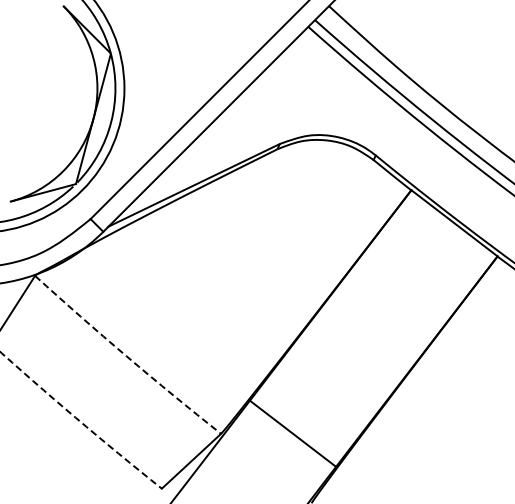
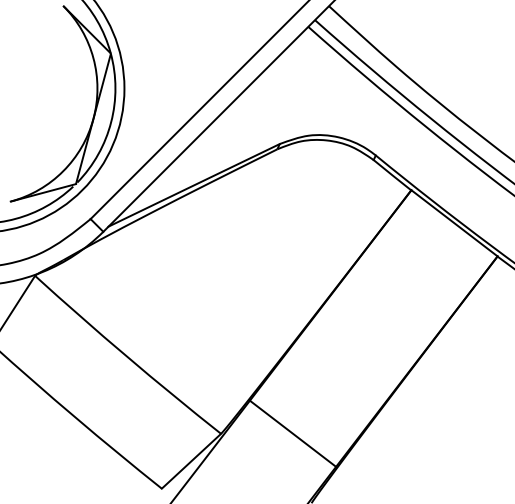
arc at (126, 356): dashed -> solid
arc at (80, 421): dashed -> solid
